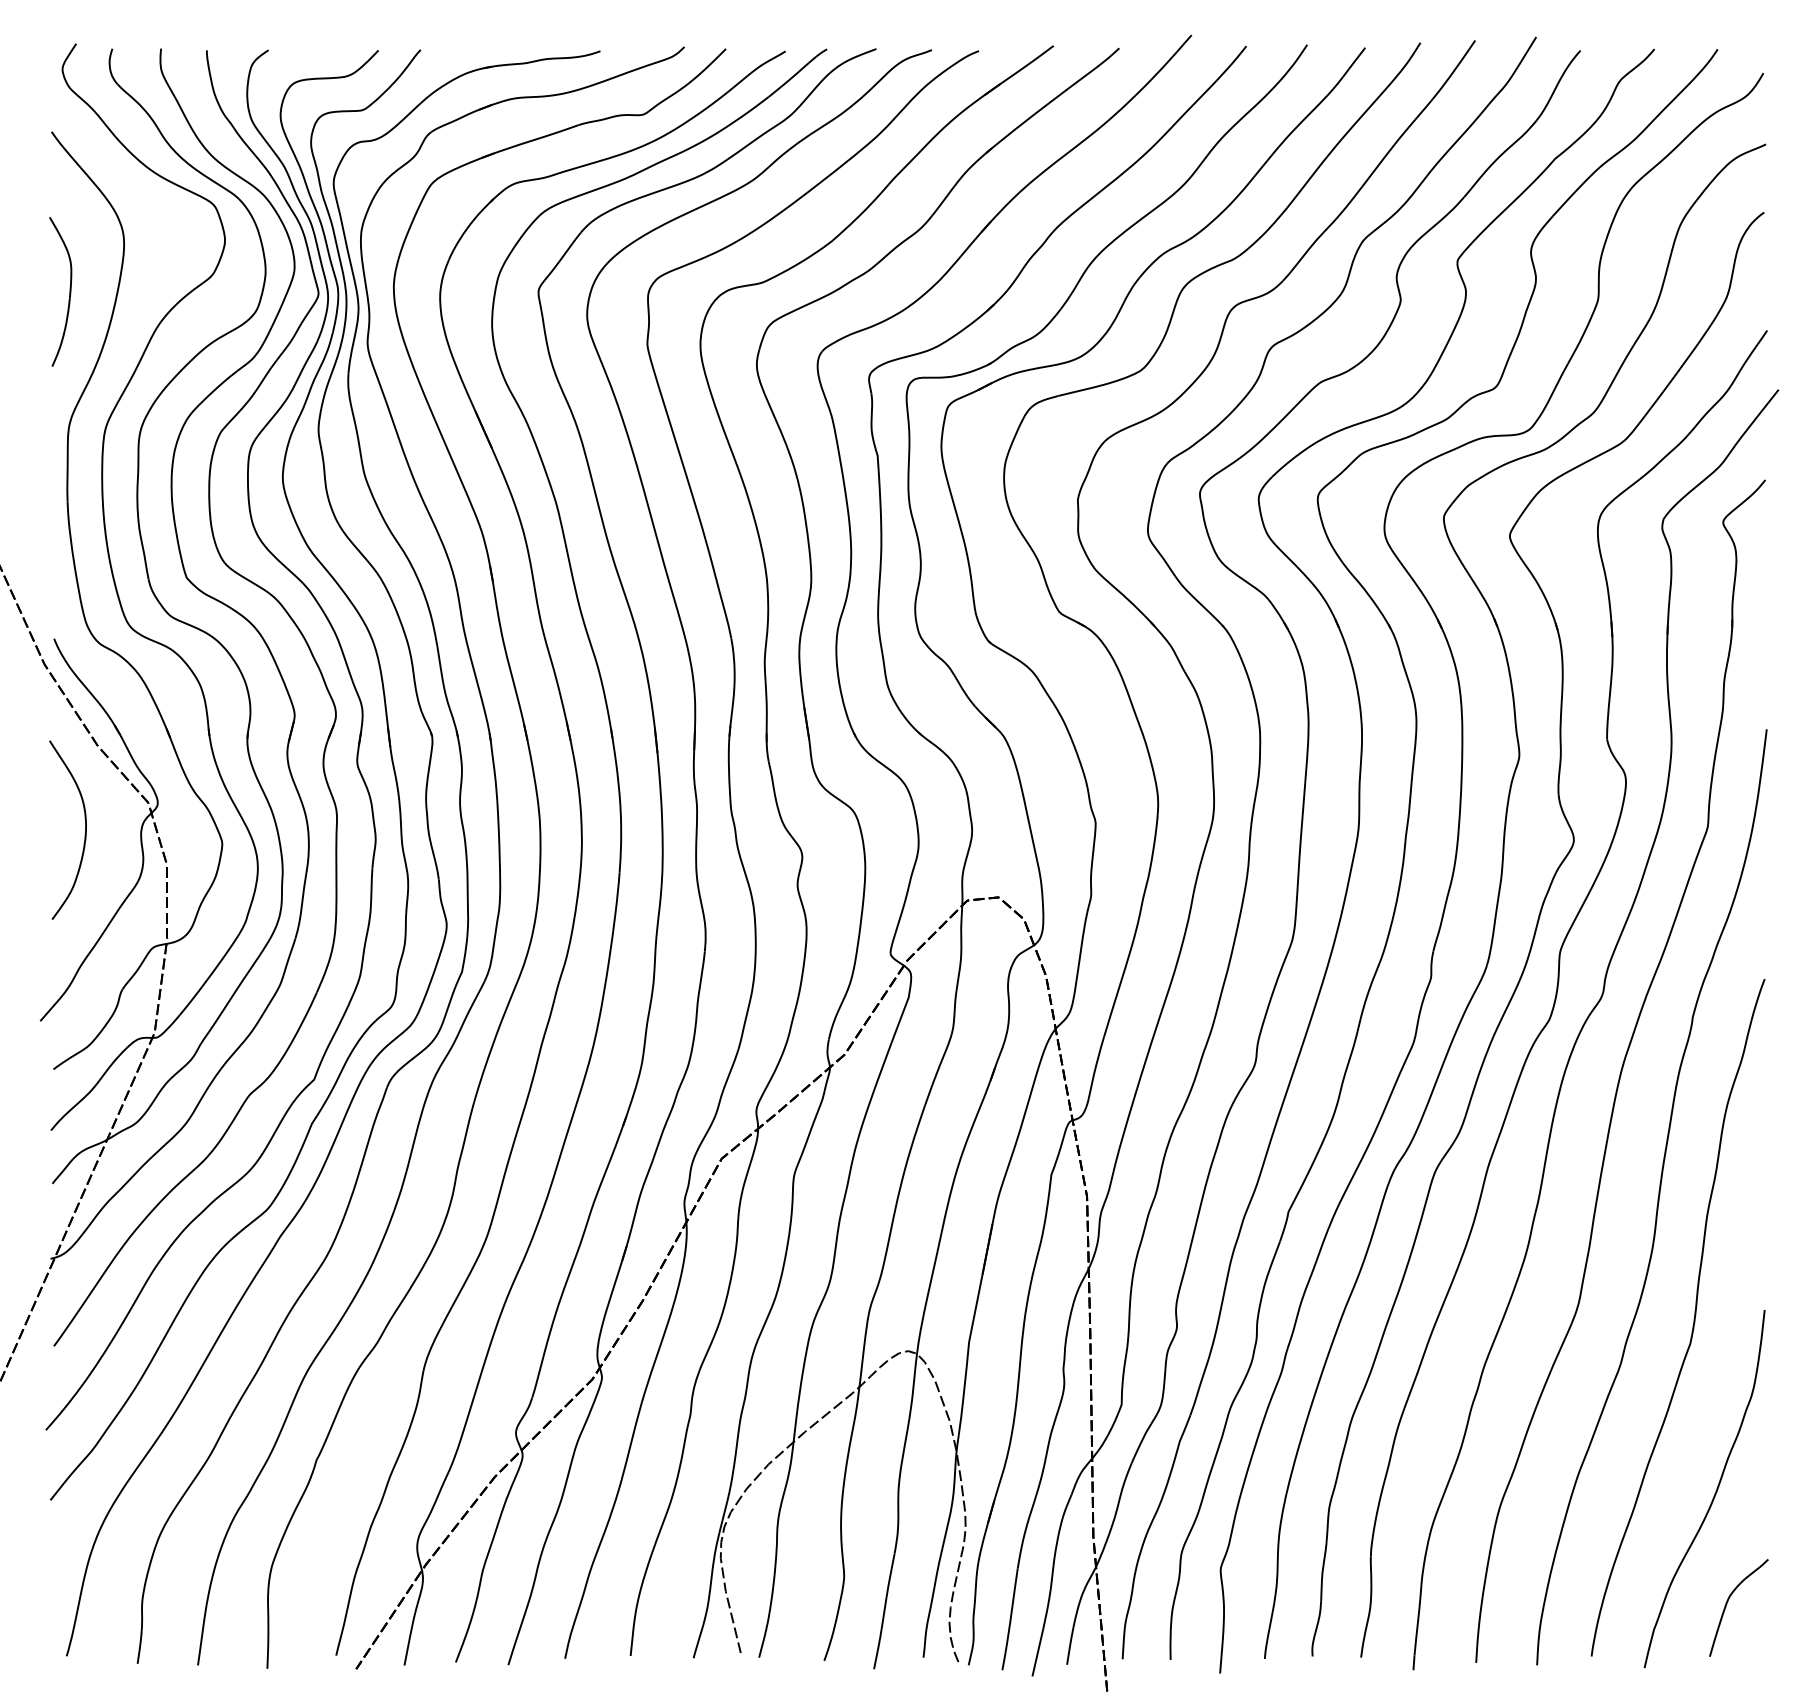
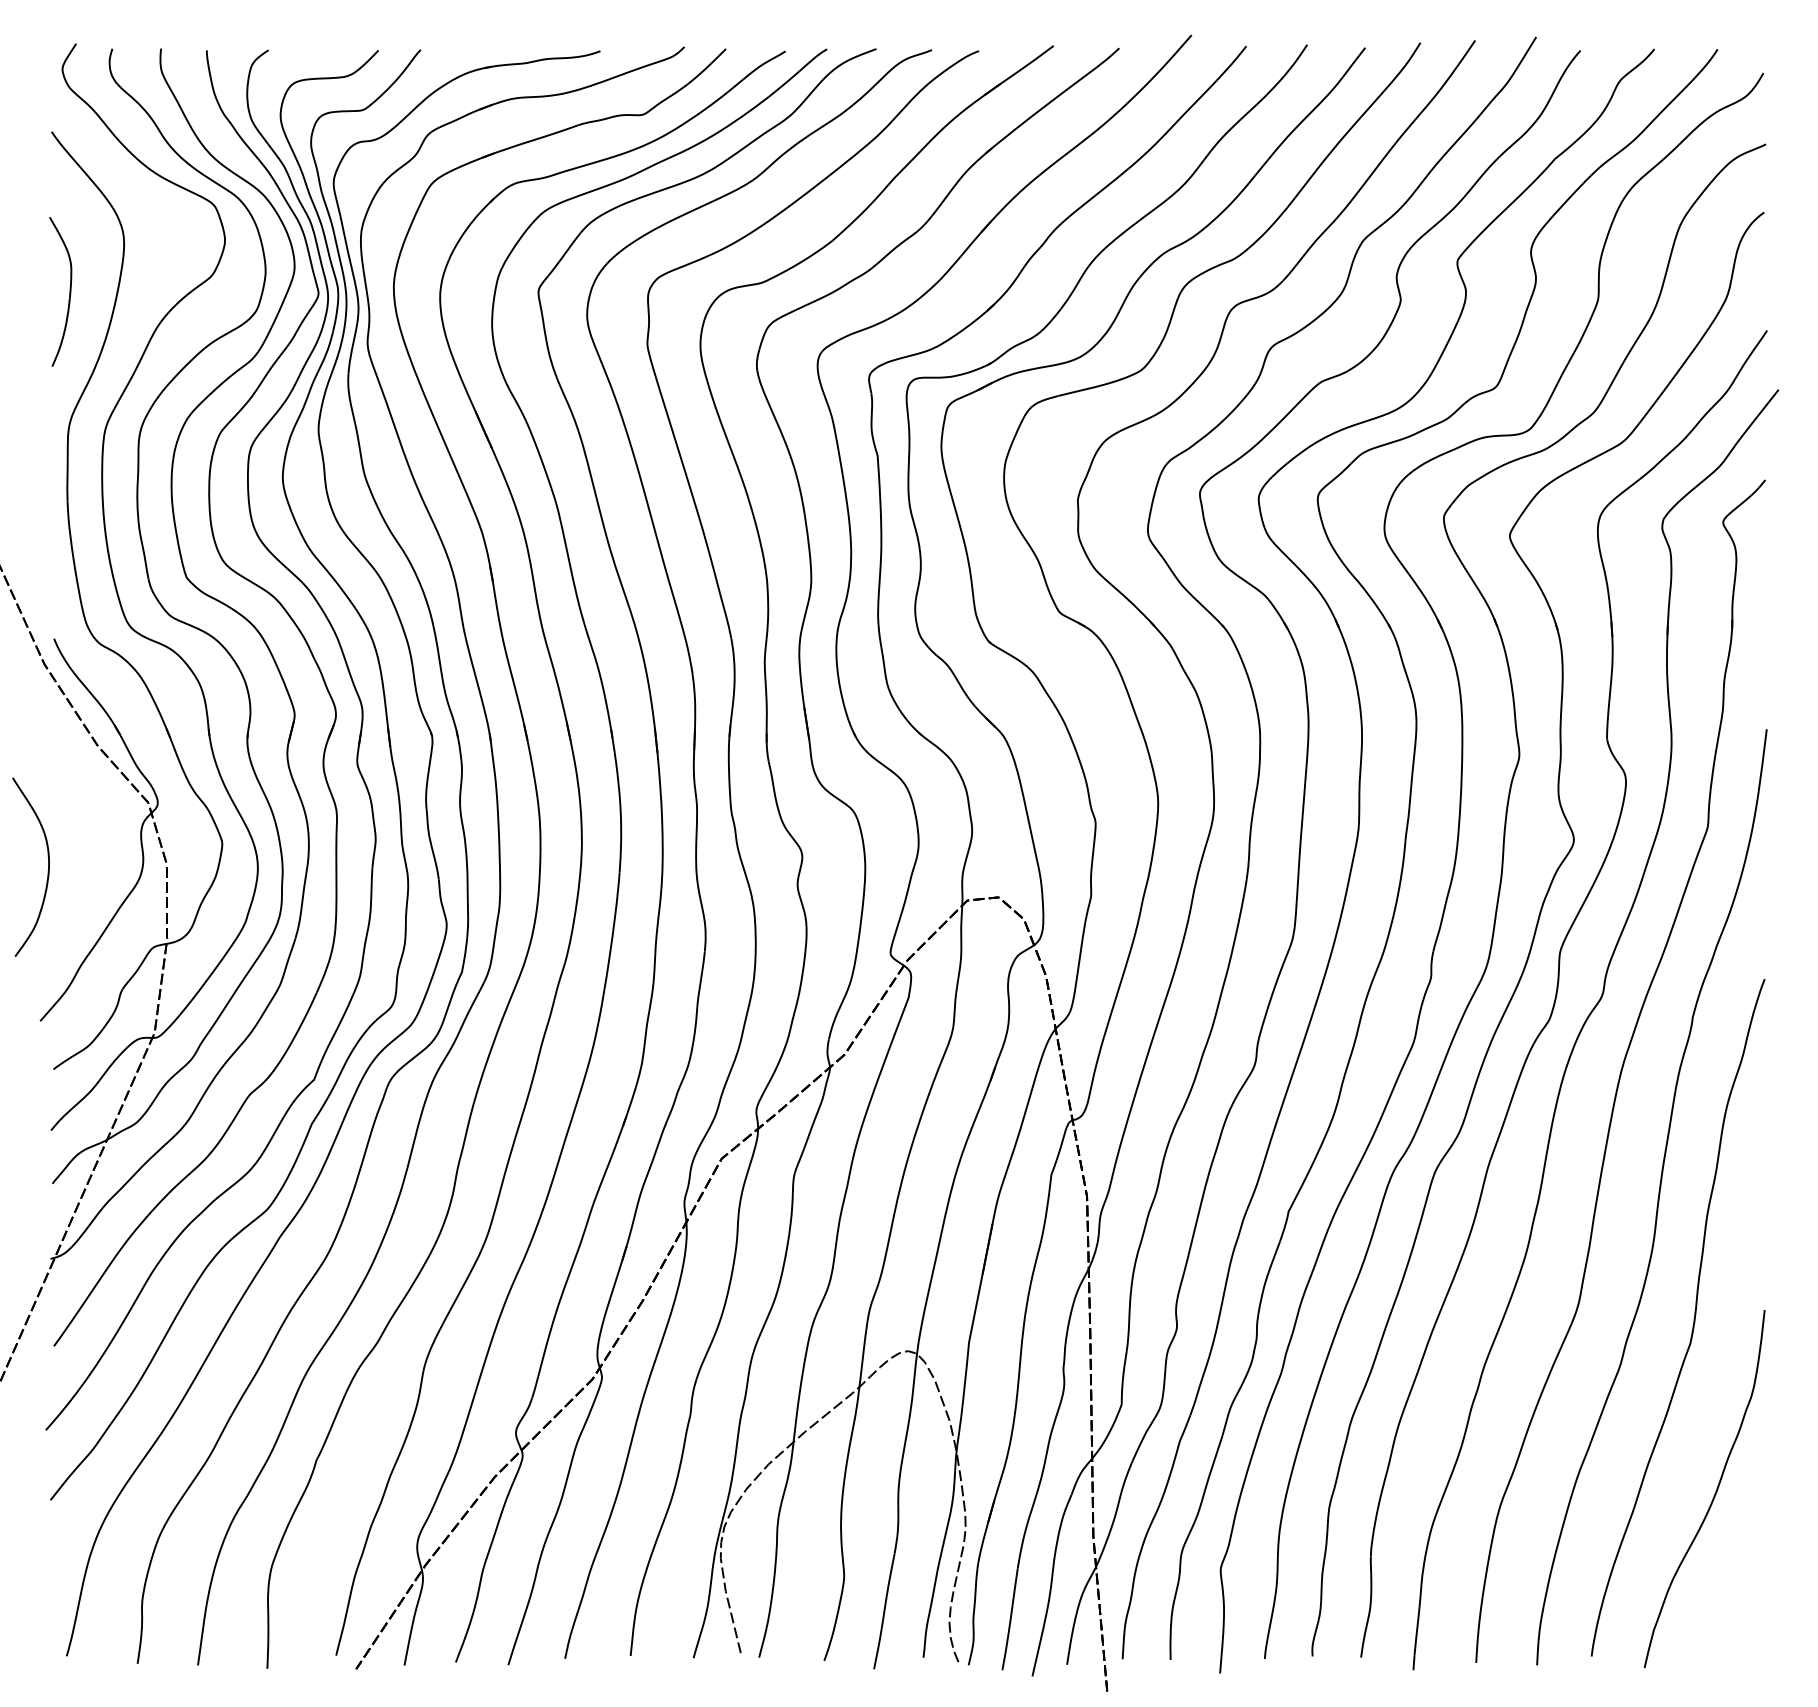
curve at (84, 834) position: (84, 834) -> (47, 871)
curve at (1727, 1604): present -> none
